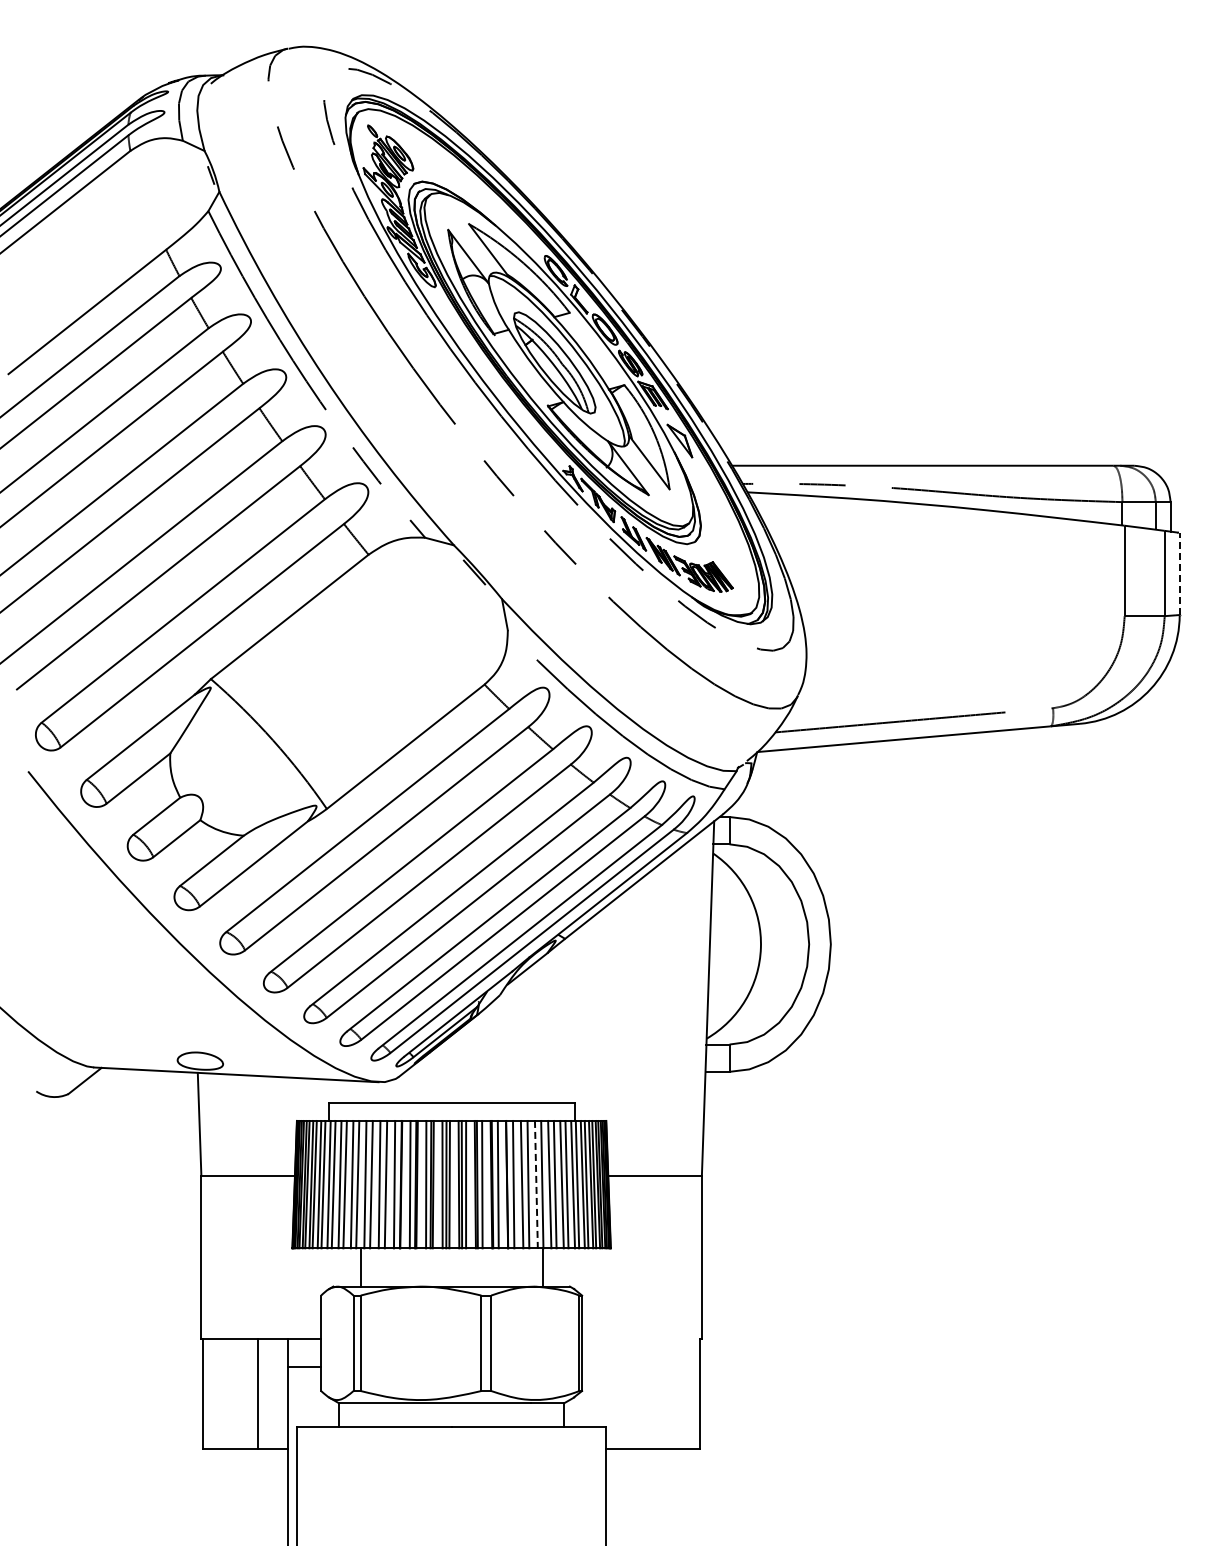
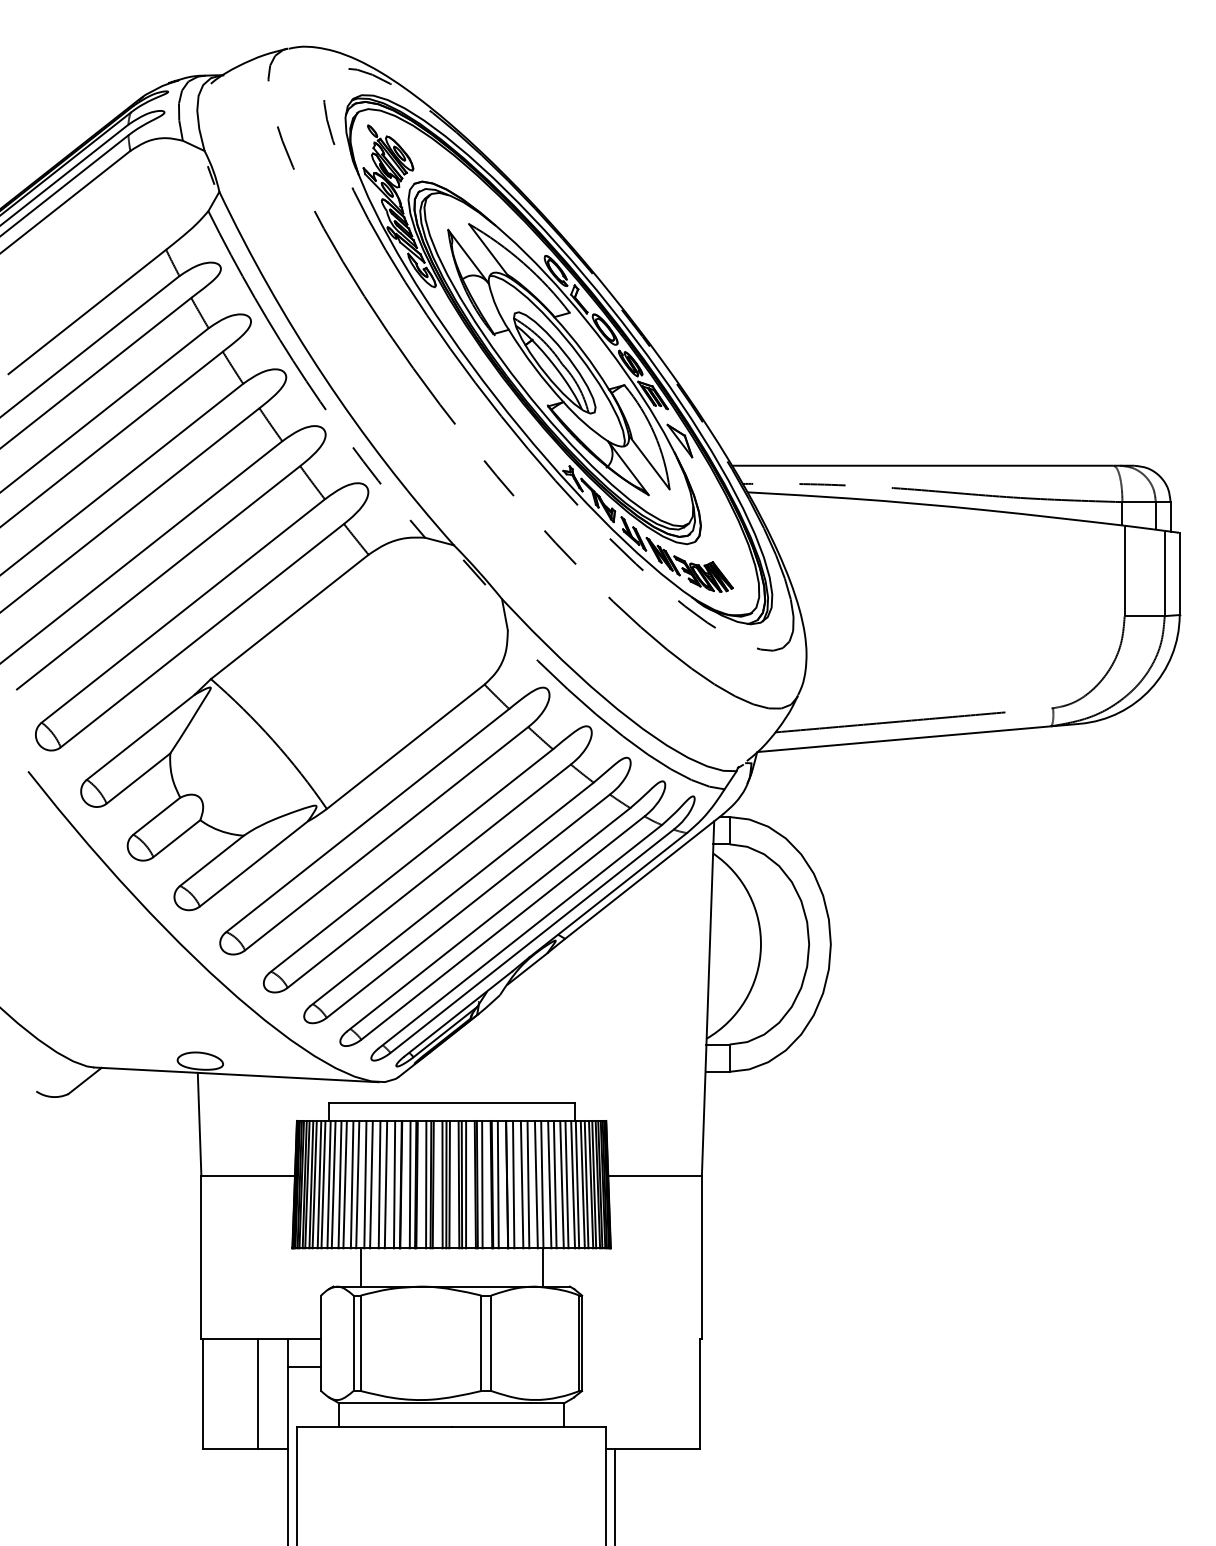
line at (1179, 573): dashed -> solid
line at (536, 1184): dashed -> solid
line at (615, 1495): none -> present
